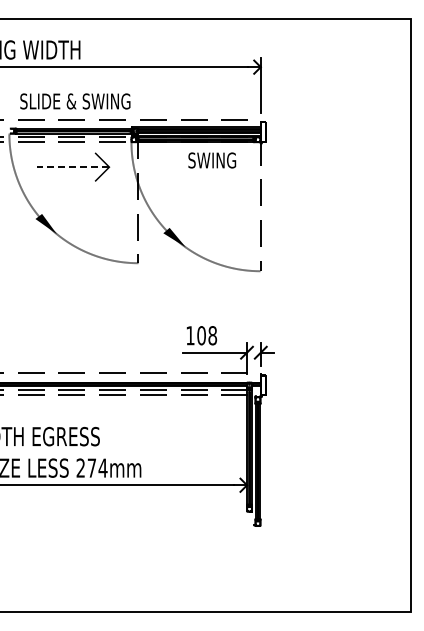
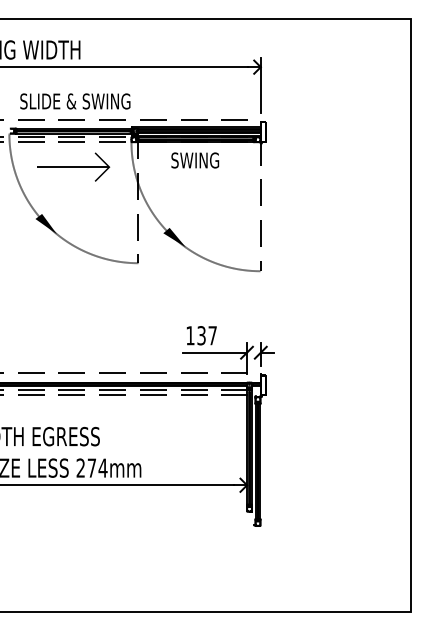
text at (212, 160) position: (212, 160) -> (195, 160)
line at (72, 167): dashed -> solid
text at (207, 335): 108 -> 137
